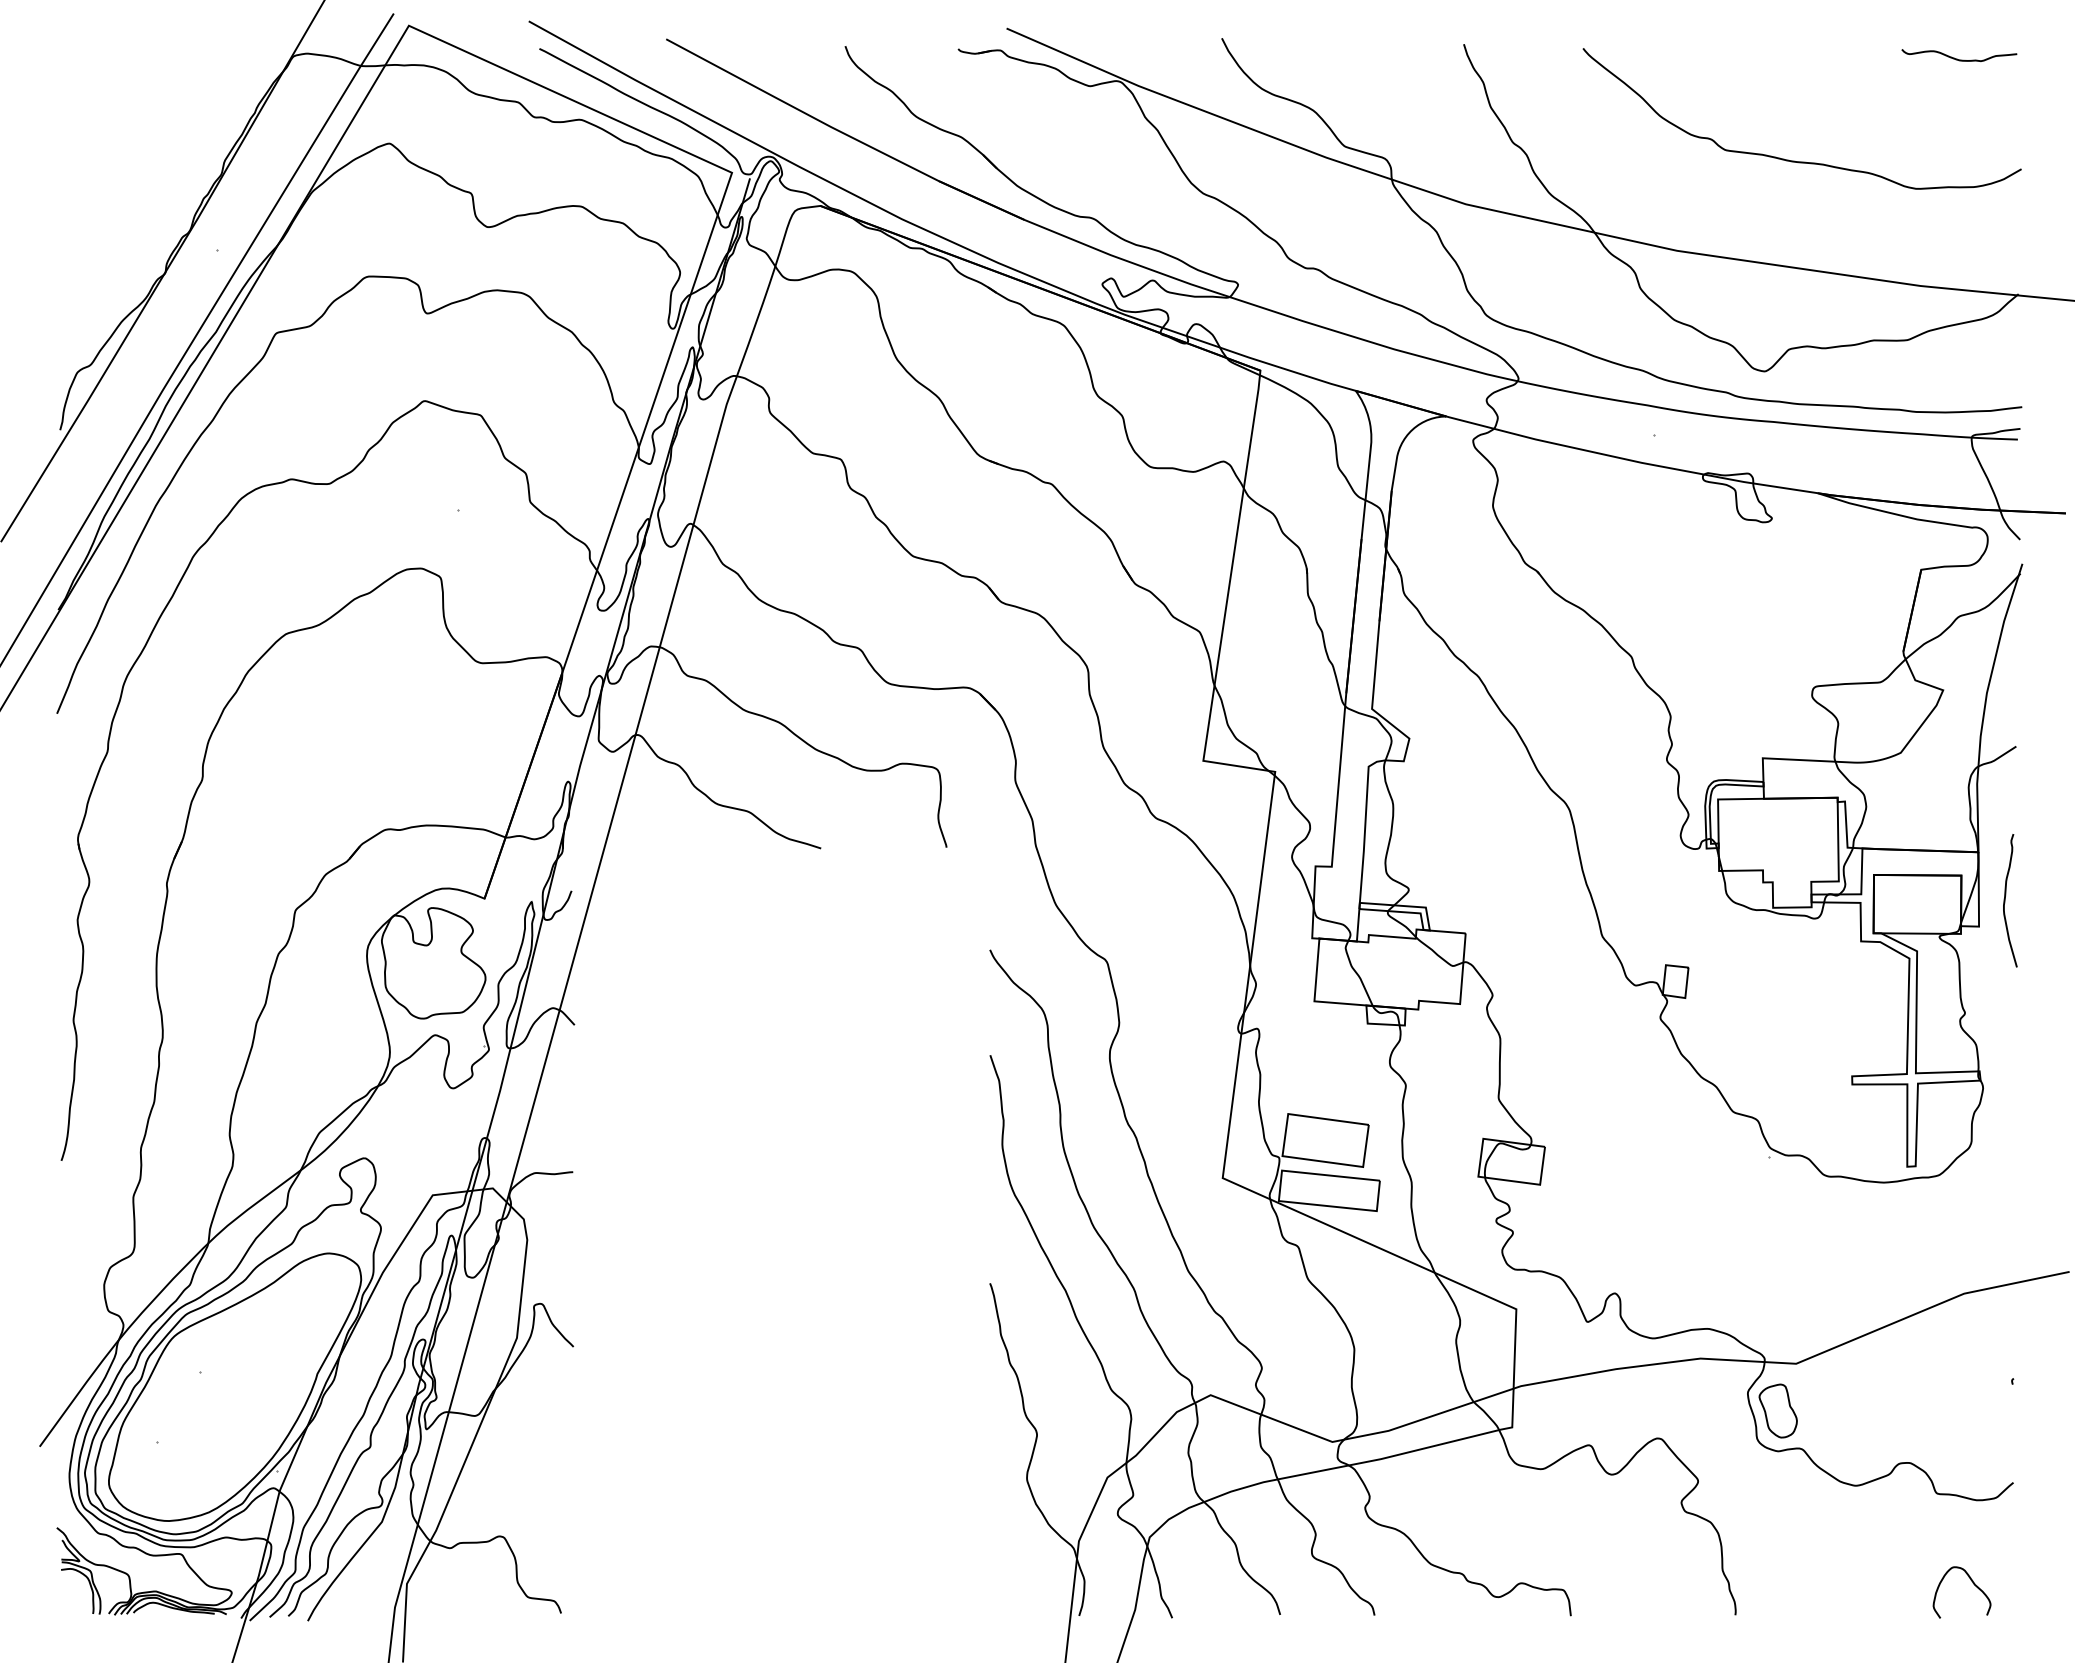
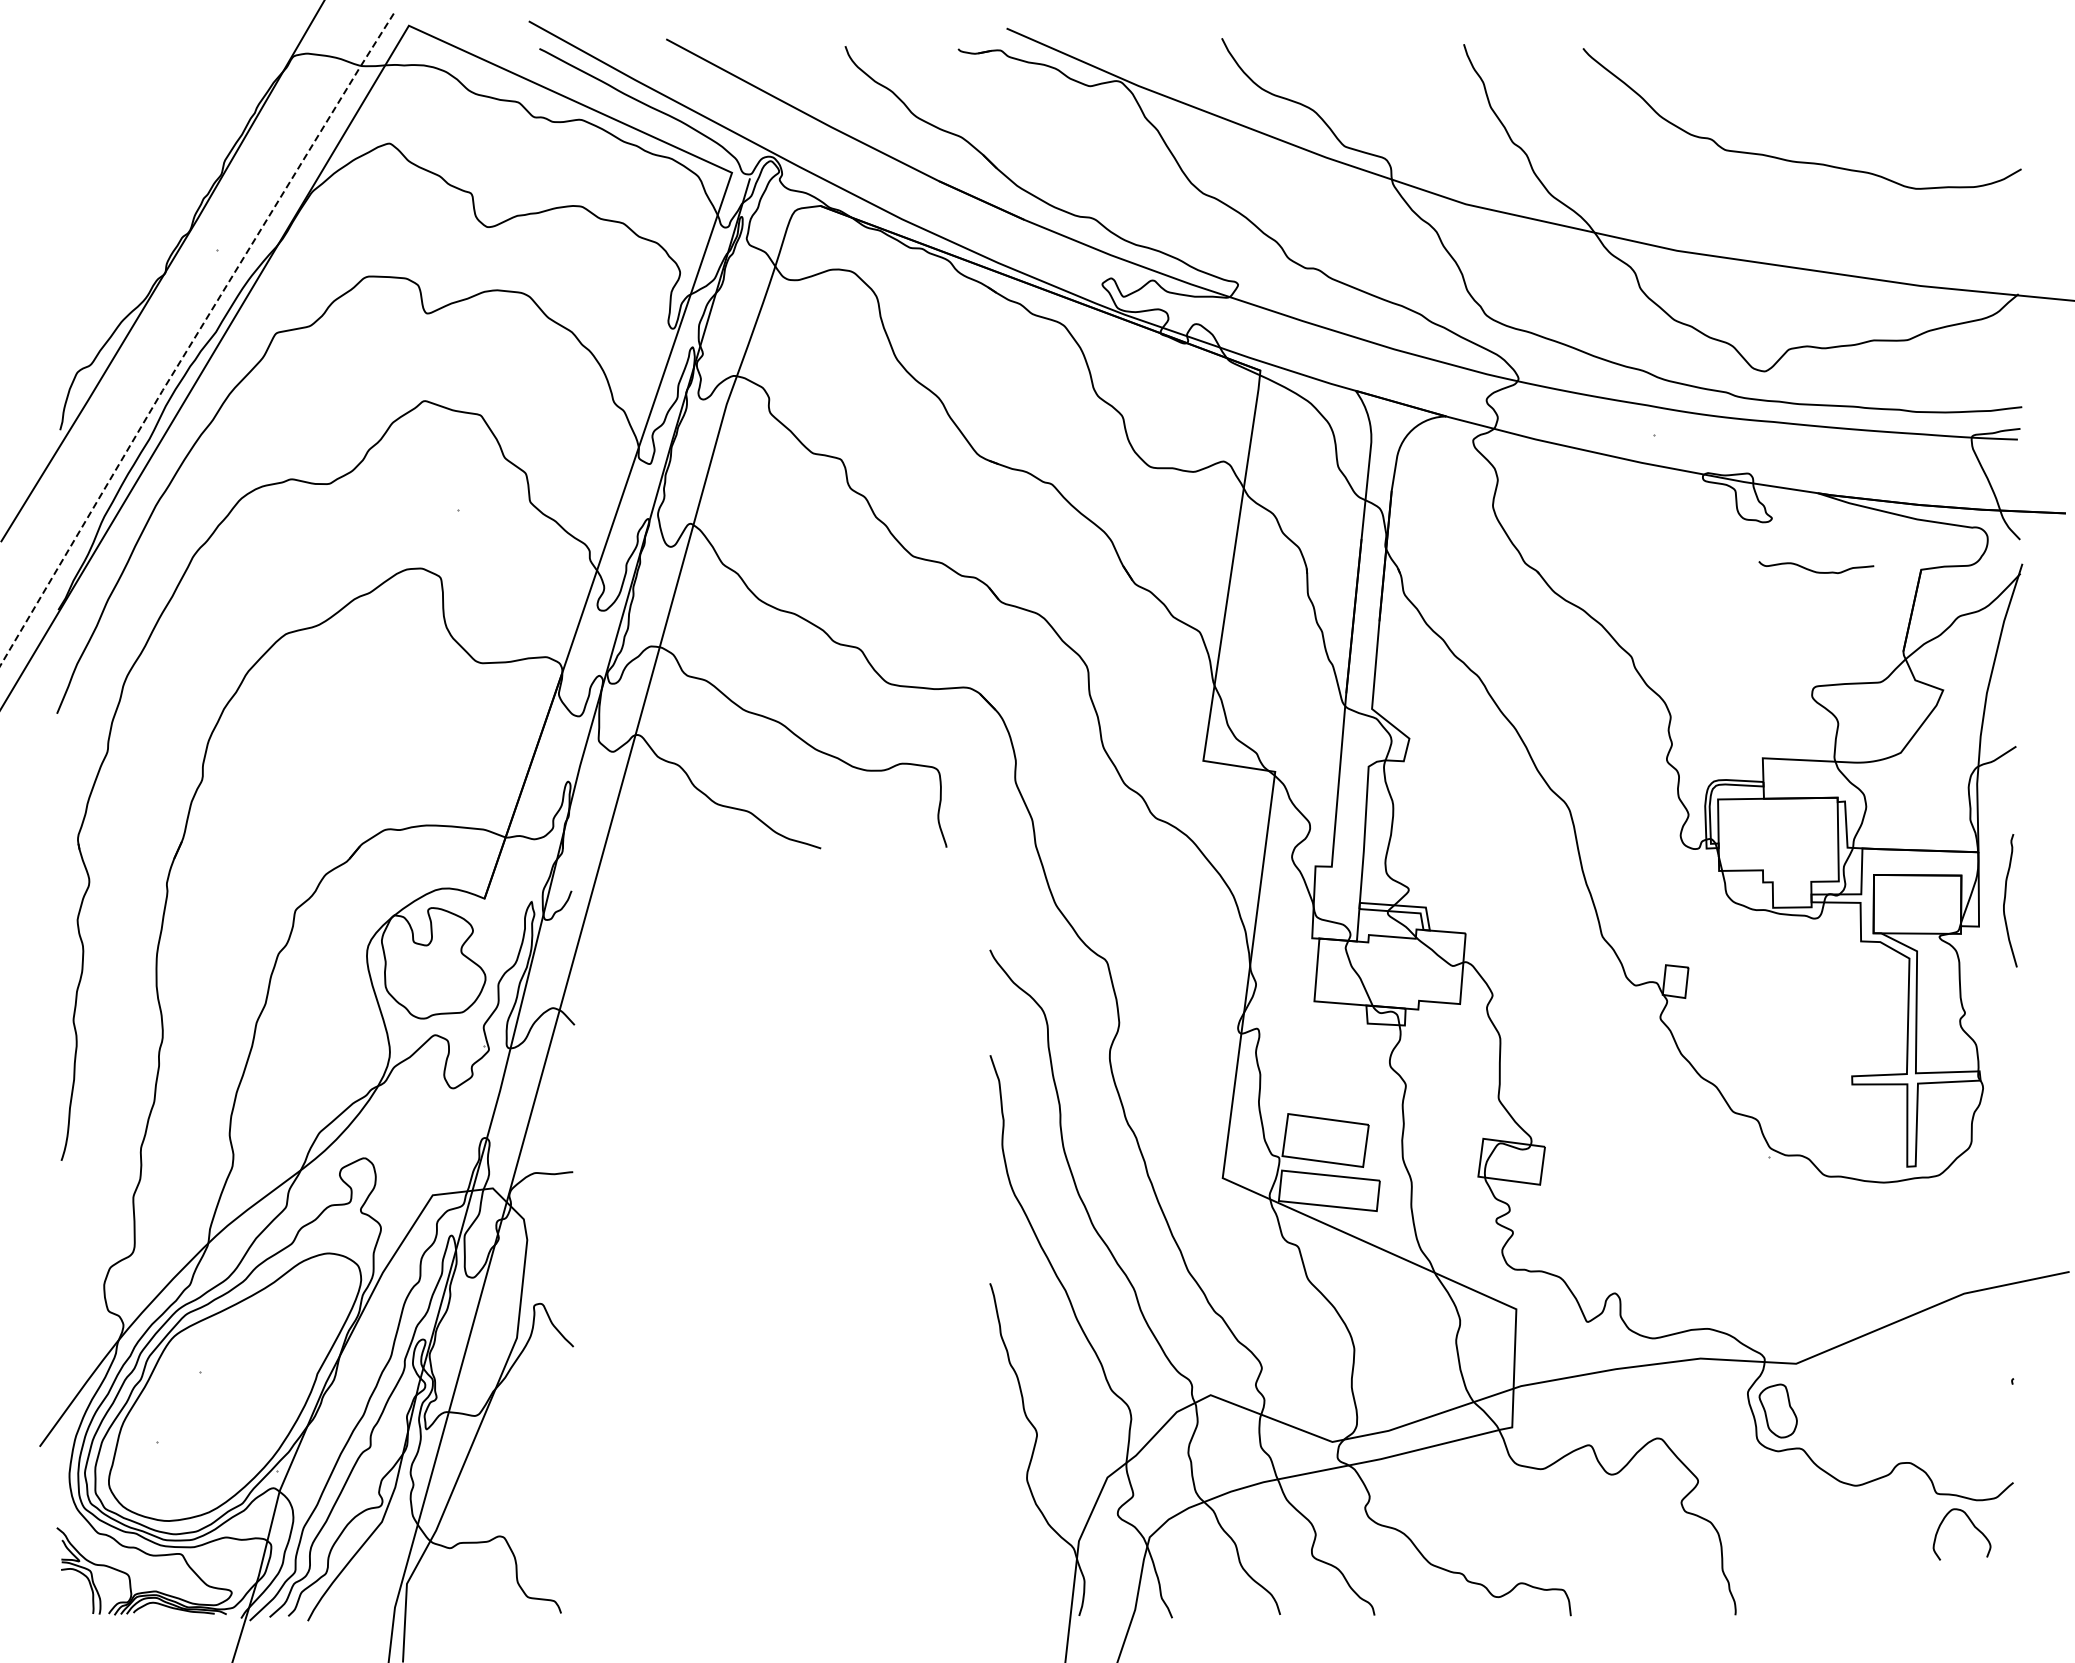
curve at (1957, 58) position: (1957, 58) -> (1814, 570)
line at (194, 338): solid -> dashed
curve at (1972, 1583) position: (1972, 1583) -> (1972, 1525)
